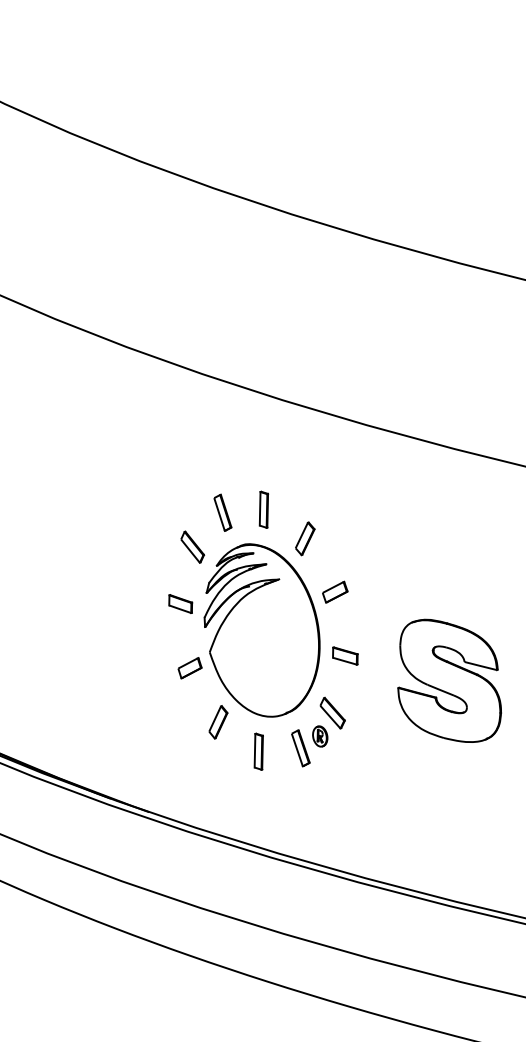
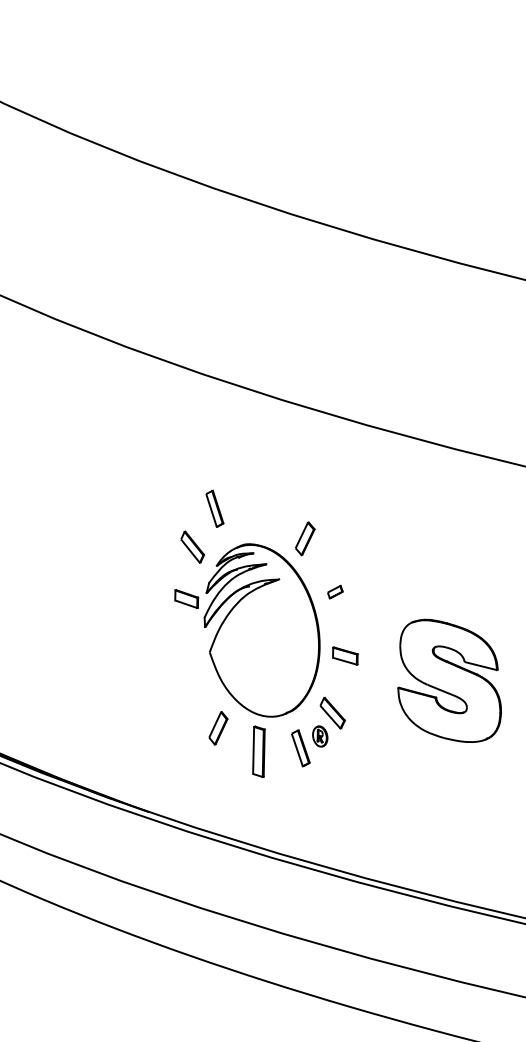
part at (263, 509): present -> none
part at (222, 512) position: (222, 512) -> (214, 508)
part at (335, 591) size: 27x24 px -> 17x15 px
part at (180, 603) position: (180, 603) -> (186, 598)
part at (189, 668): present -> none
part at (218, 722) position: (218, 722) -> (218, 728)
part at (258, 751) size: 11x39 px -> 14x53 px
